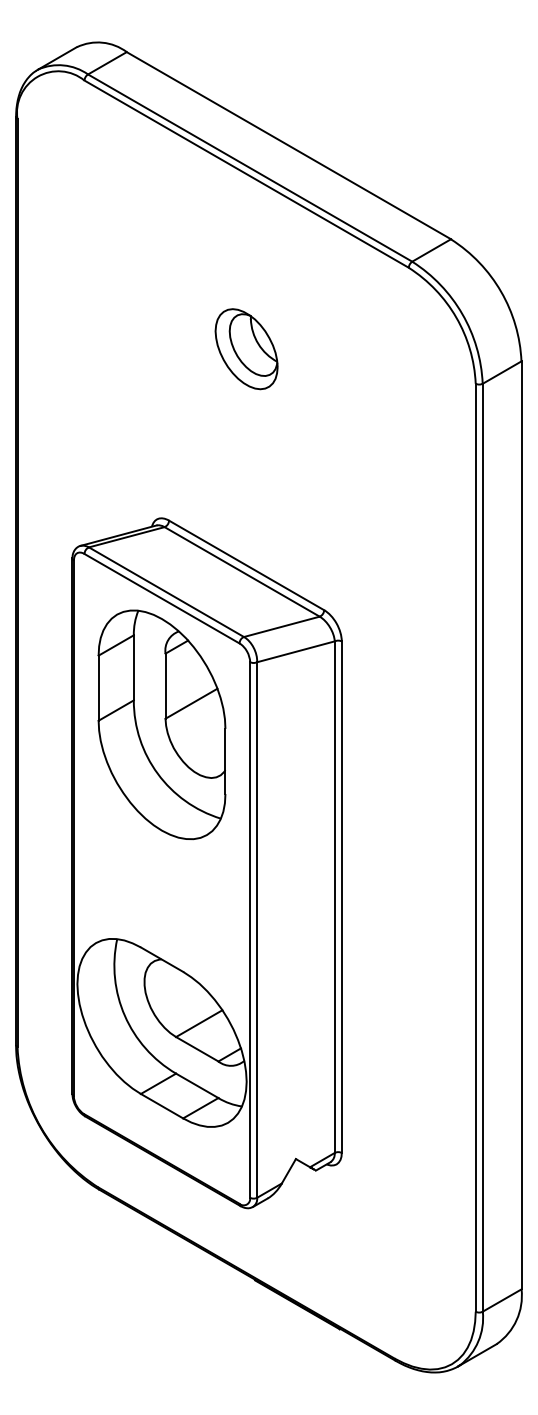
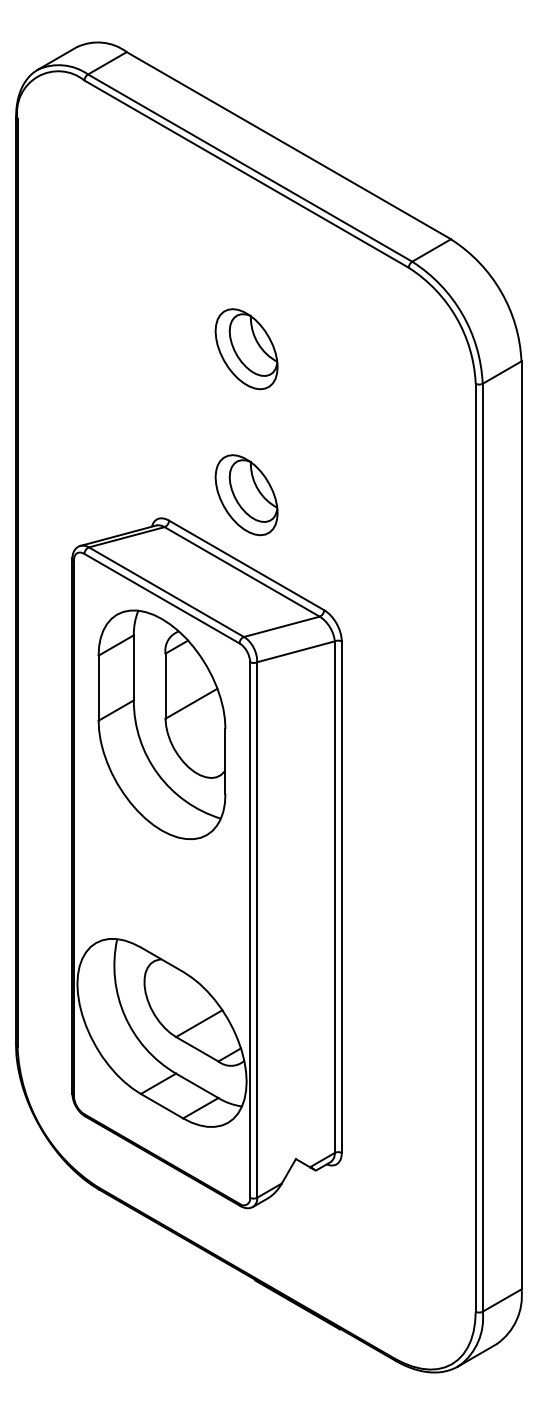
part at (246, 495): none -> present
